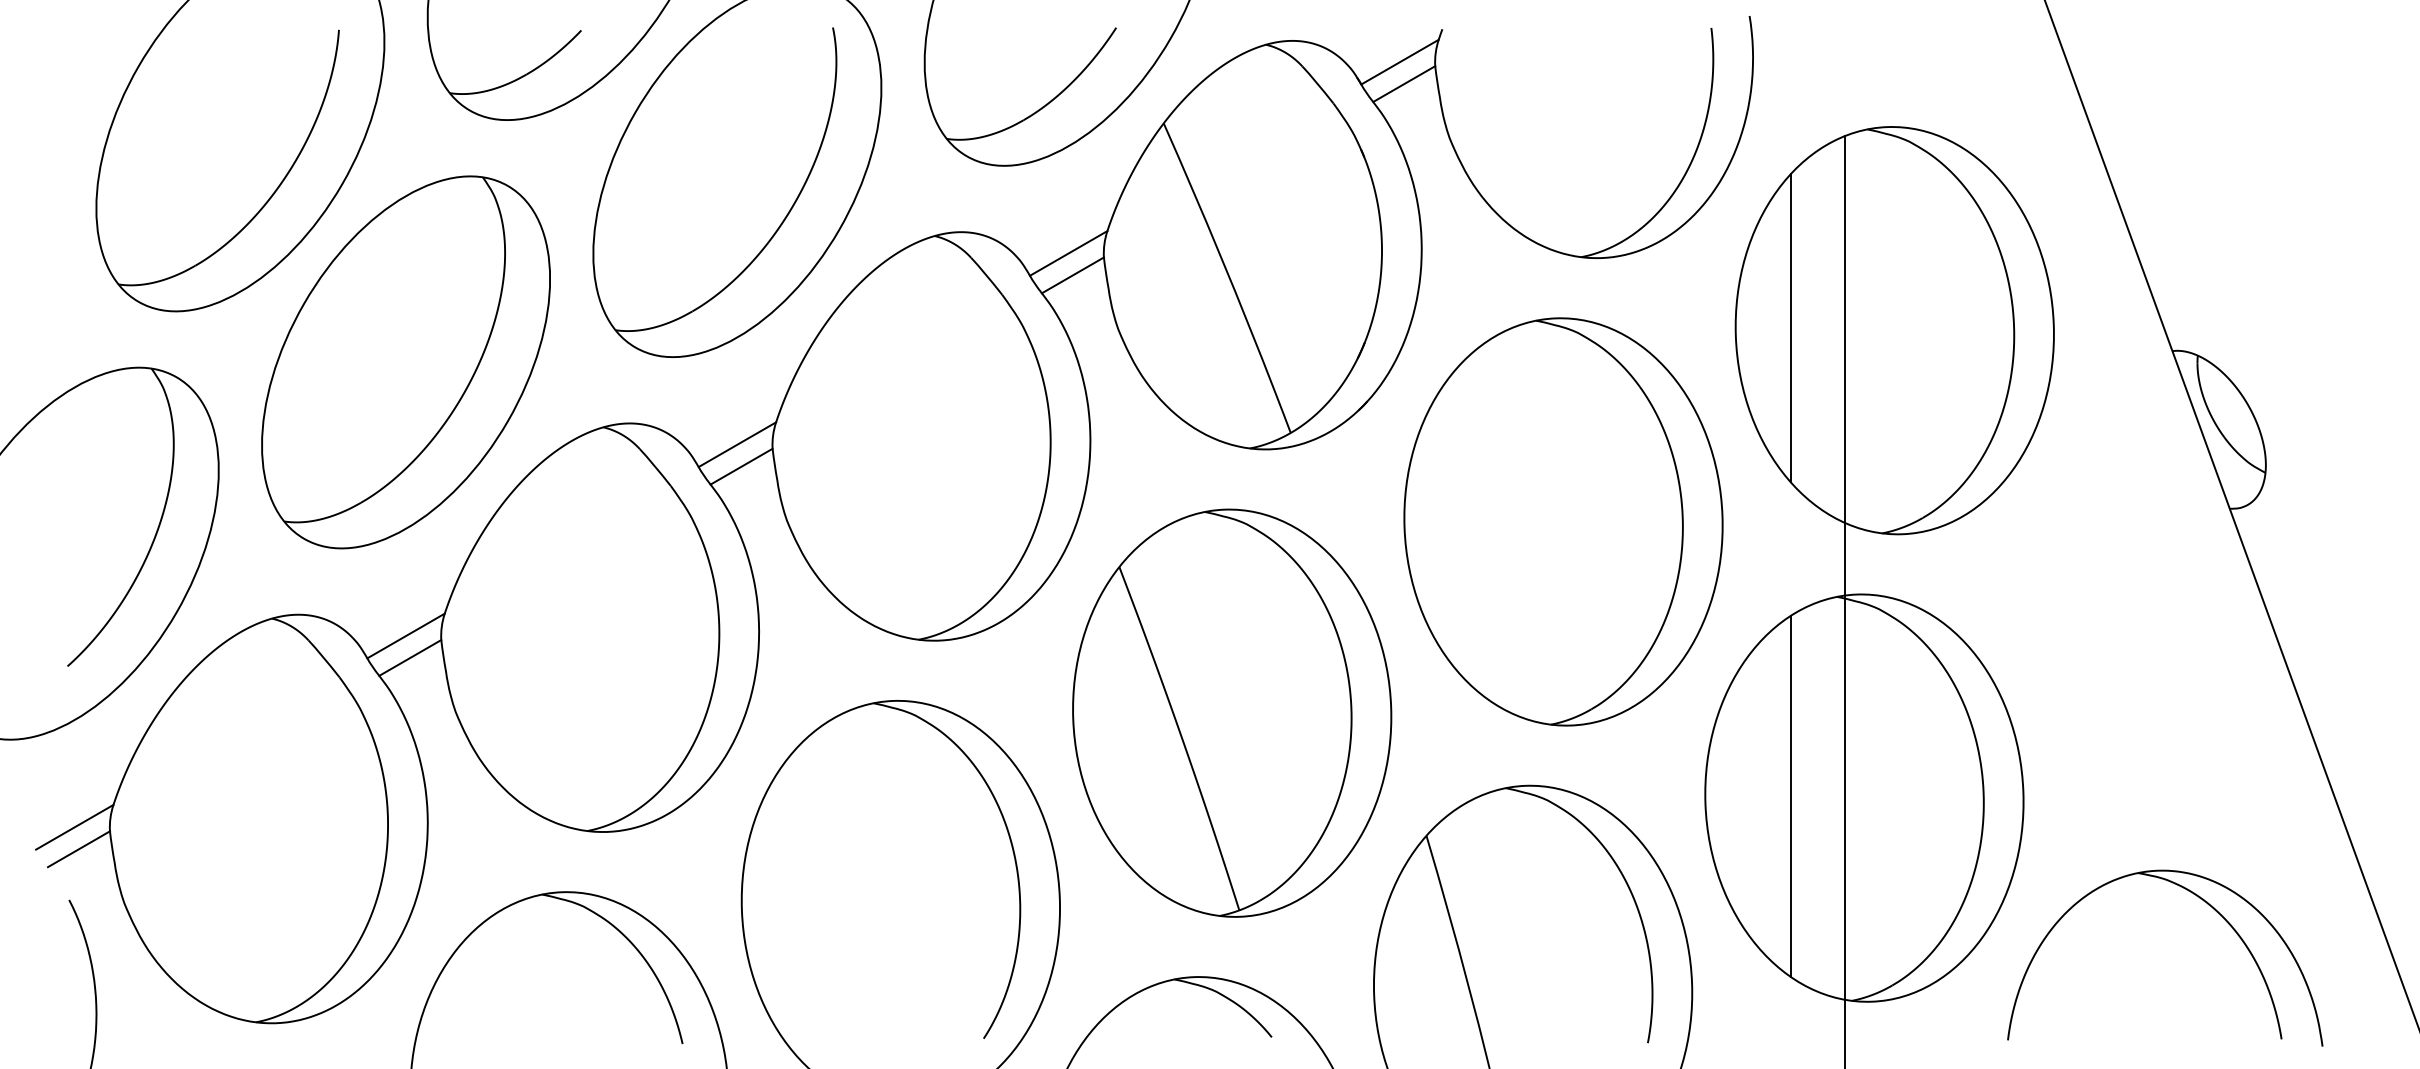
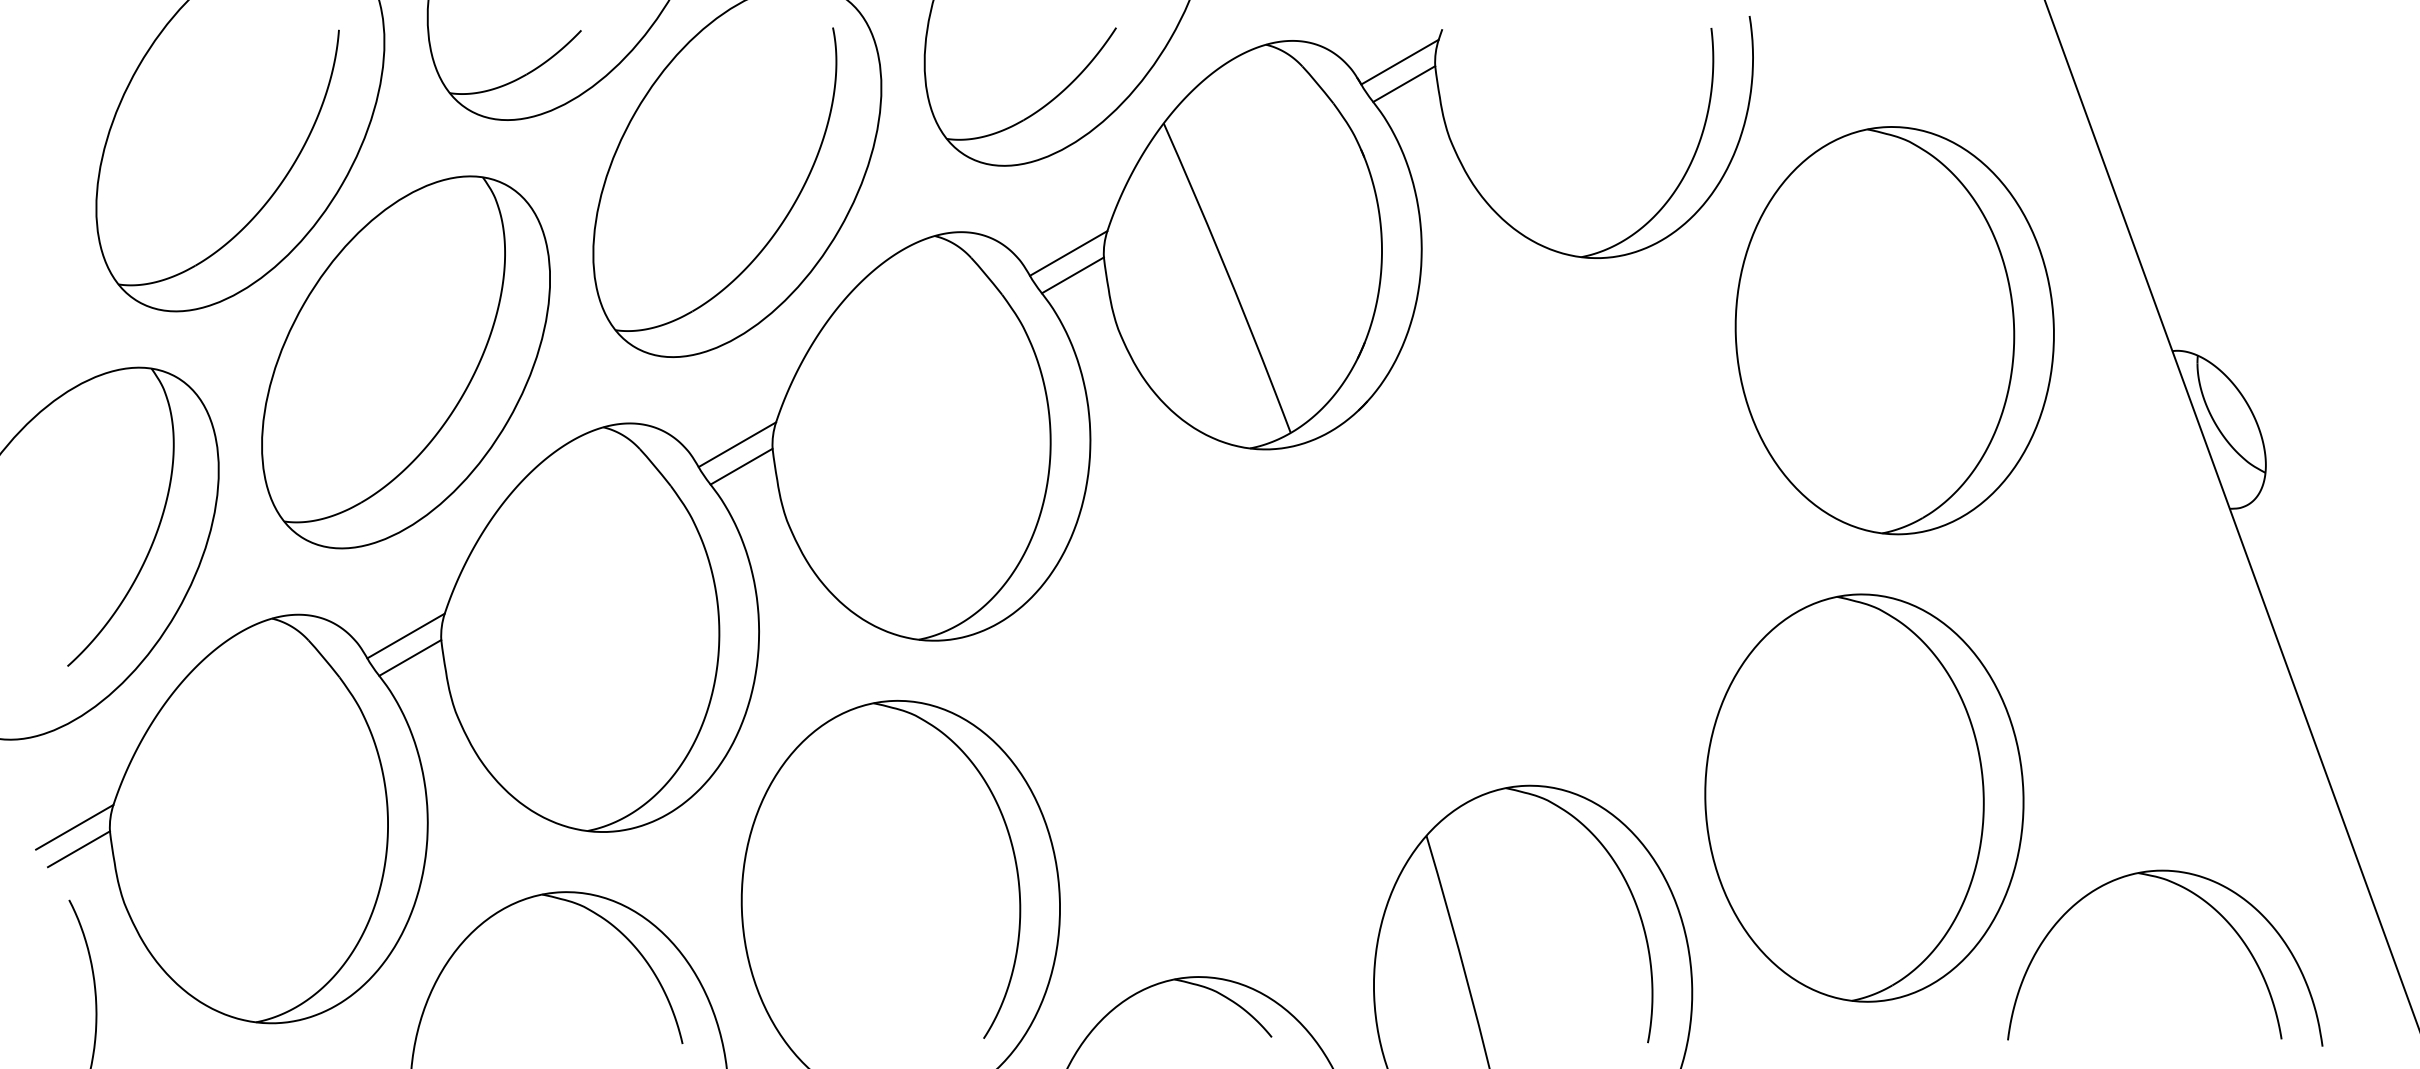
line at (1790, 328): present -> none
part at (1563, 521): present -> none
line at (1844, 600): present -> none
part at (1232, 712): present -> none
line at (1790, 796): present -> none
